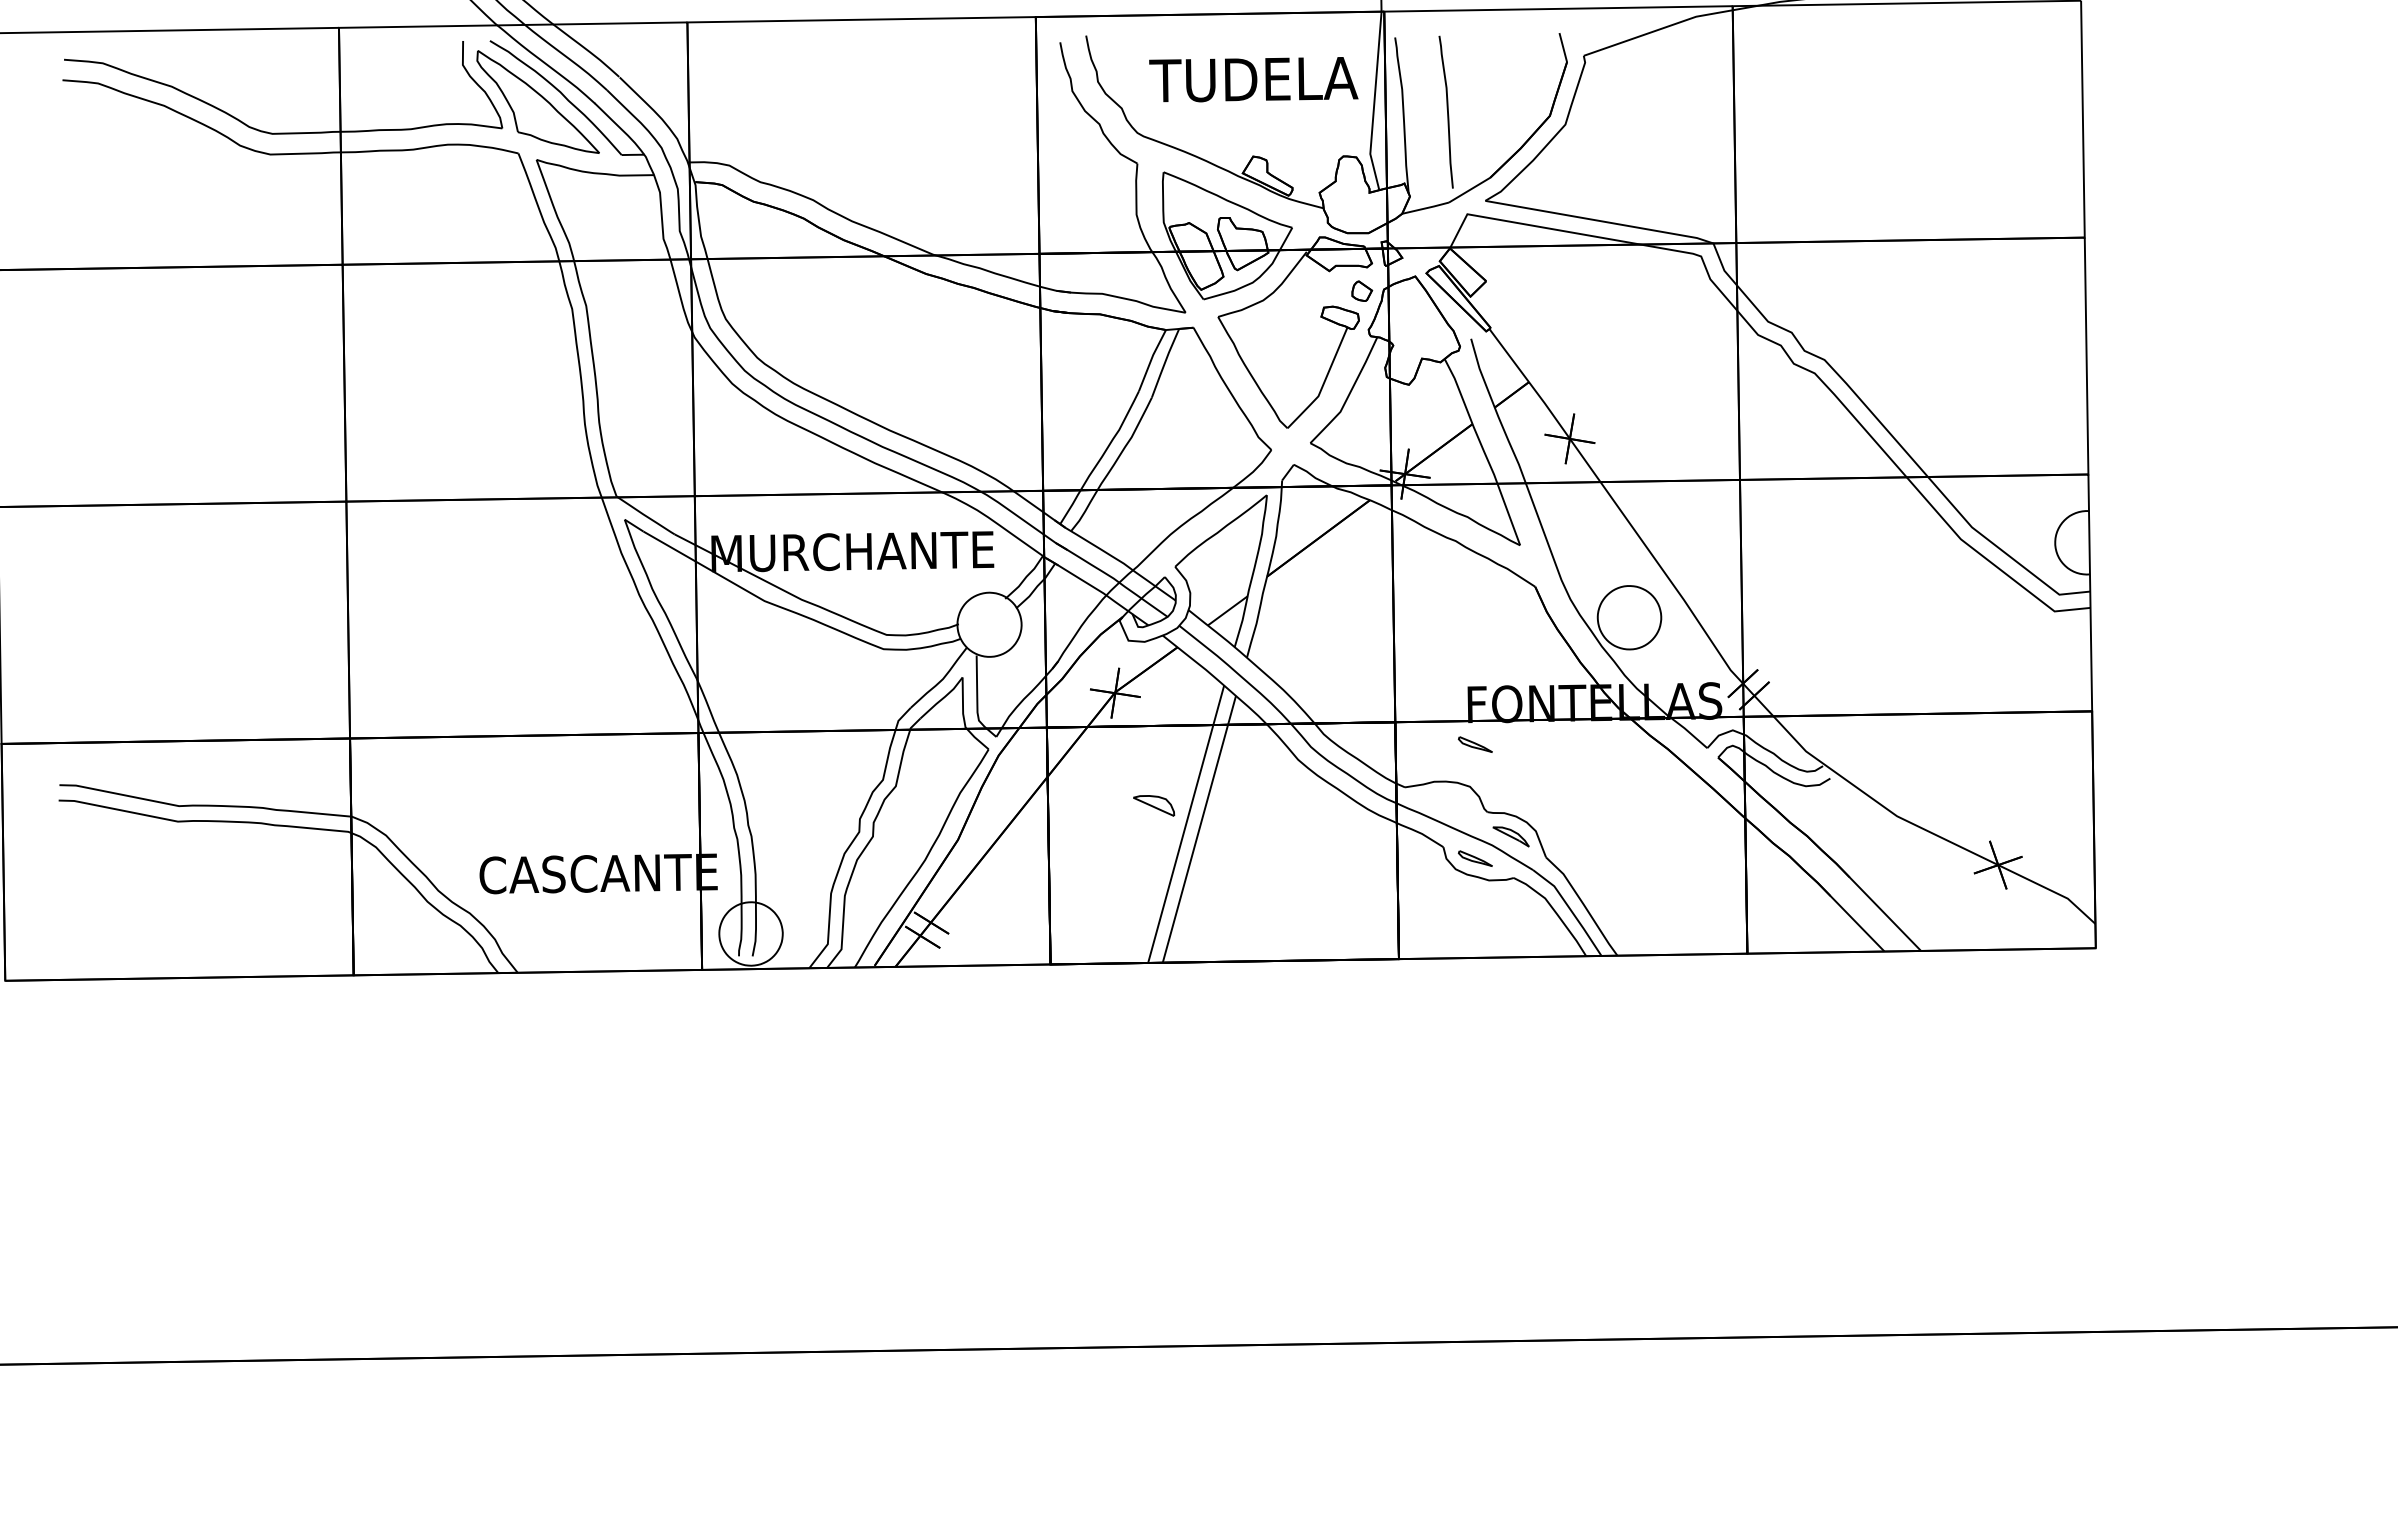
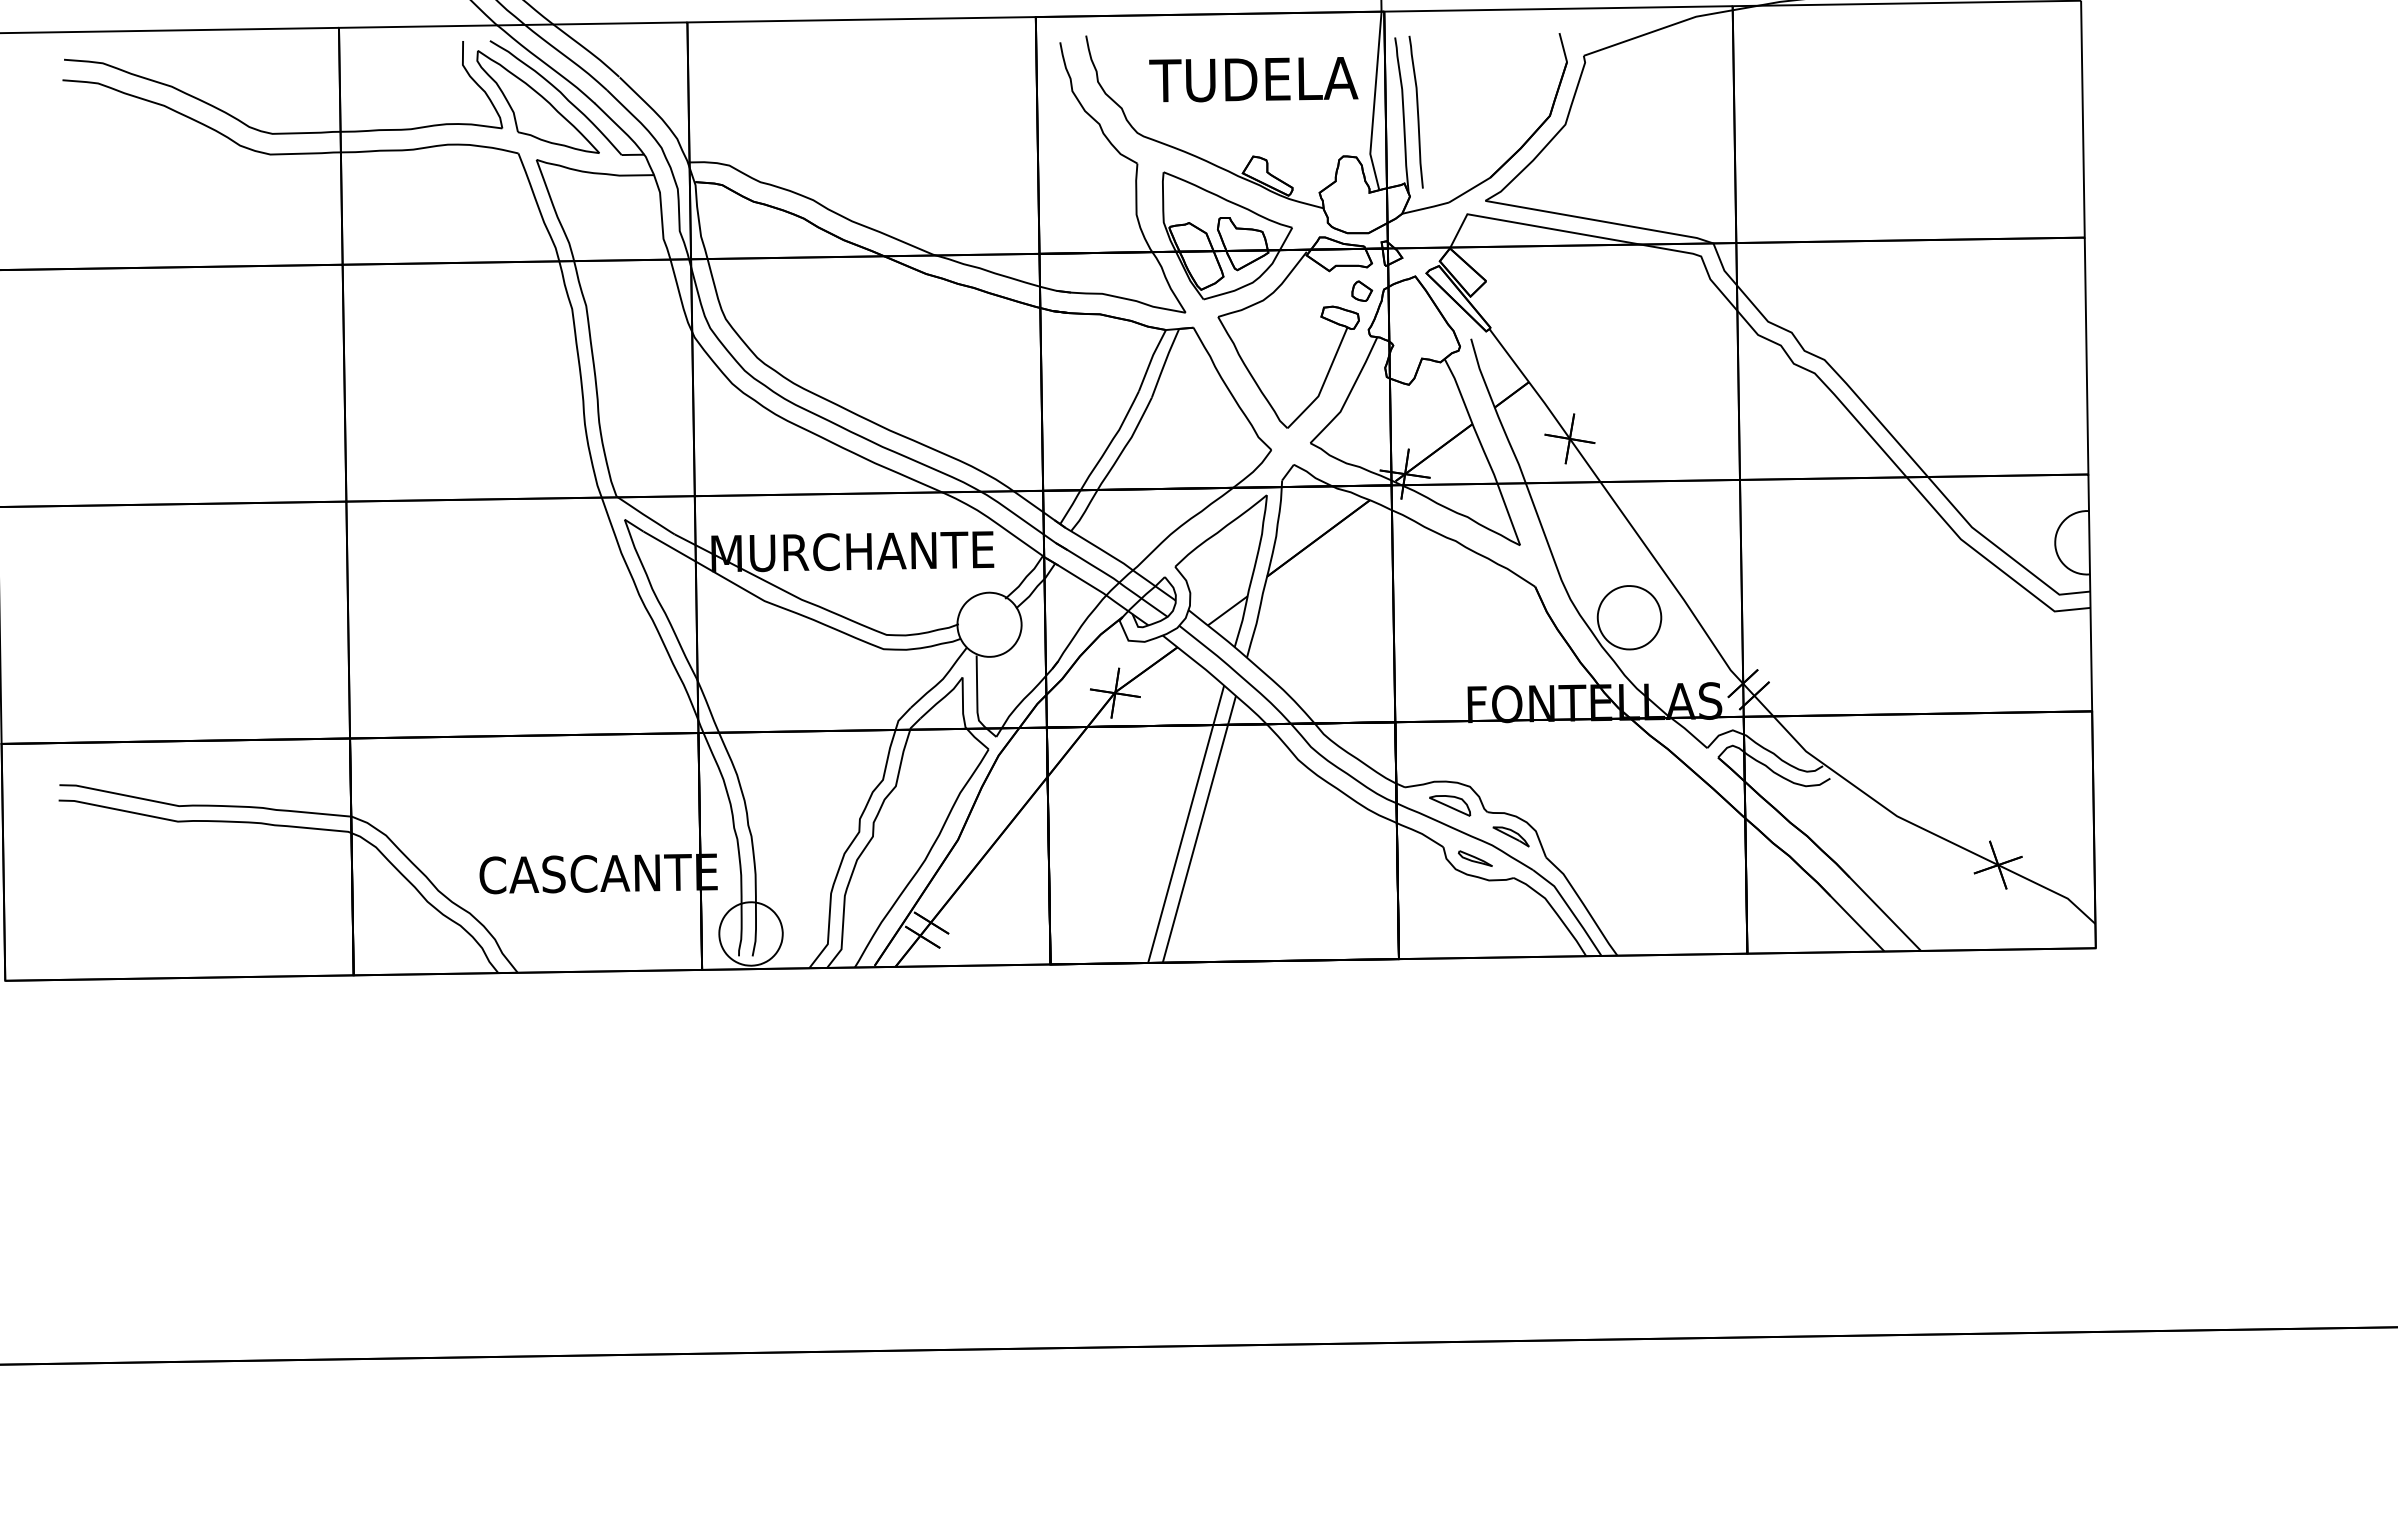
curve at (1447, 111) position: (1447, 111) -> (1417, 111)
part at (1474, 744): present -> none
part at (1154, 805) position: (1154, 805) -> (1450, 805)
